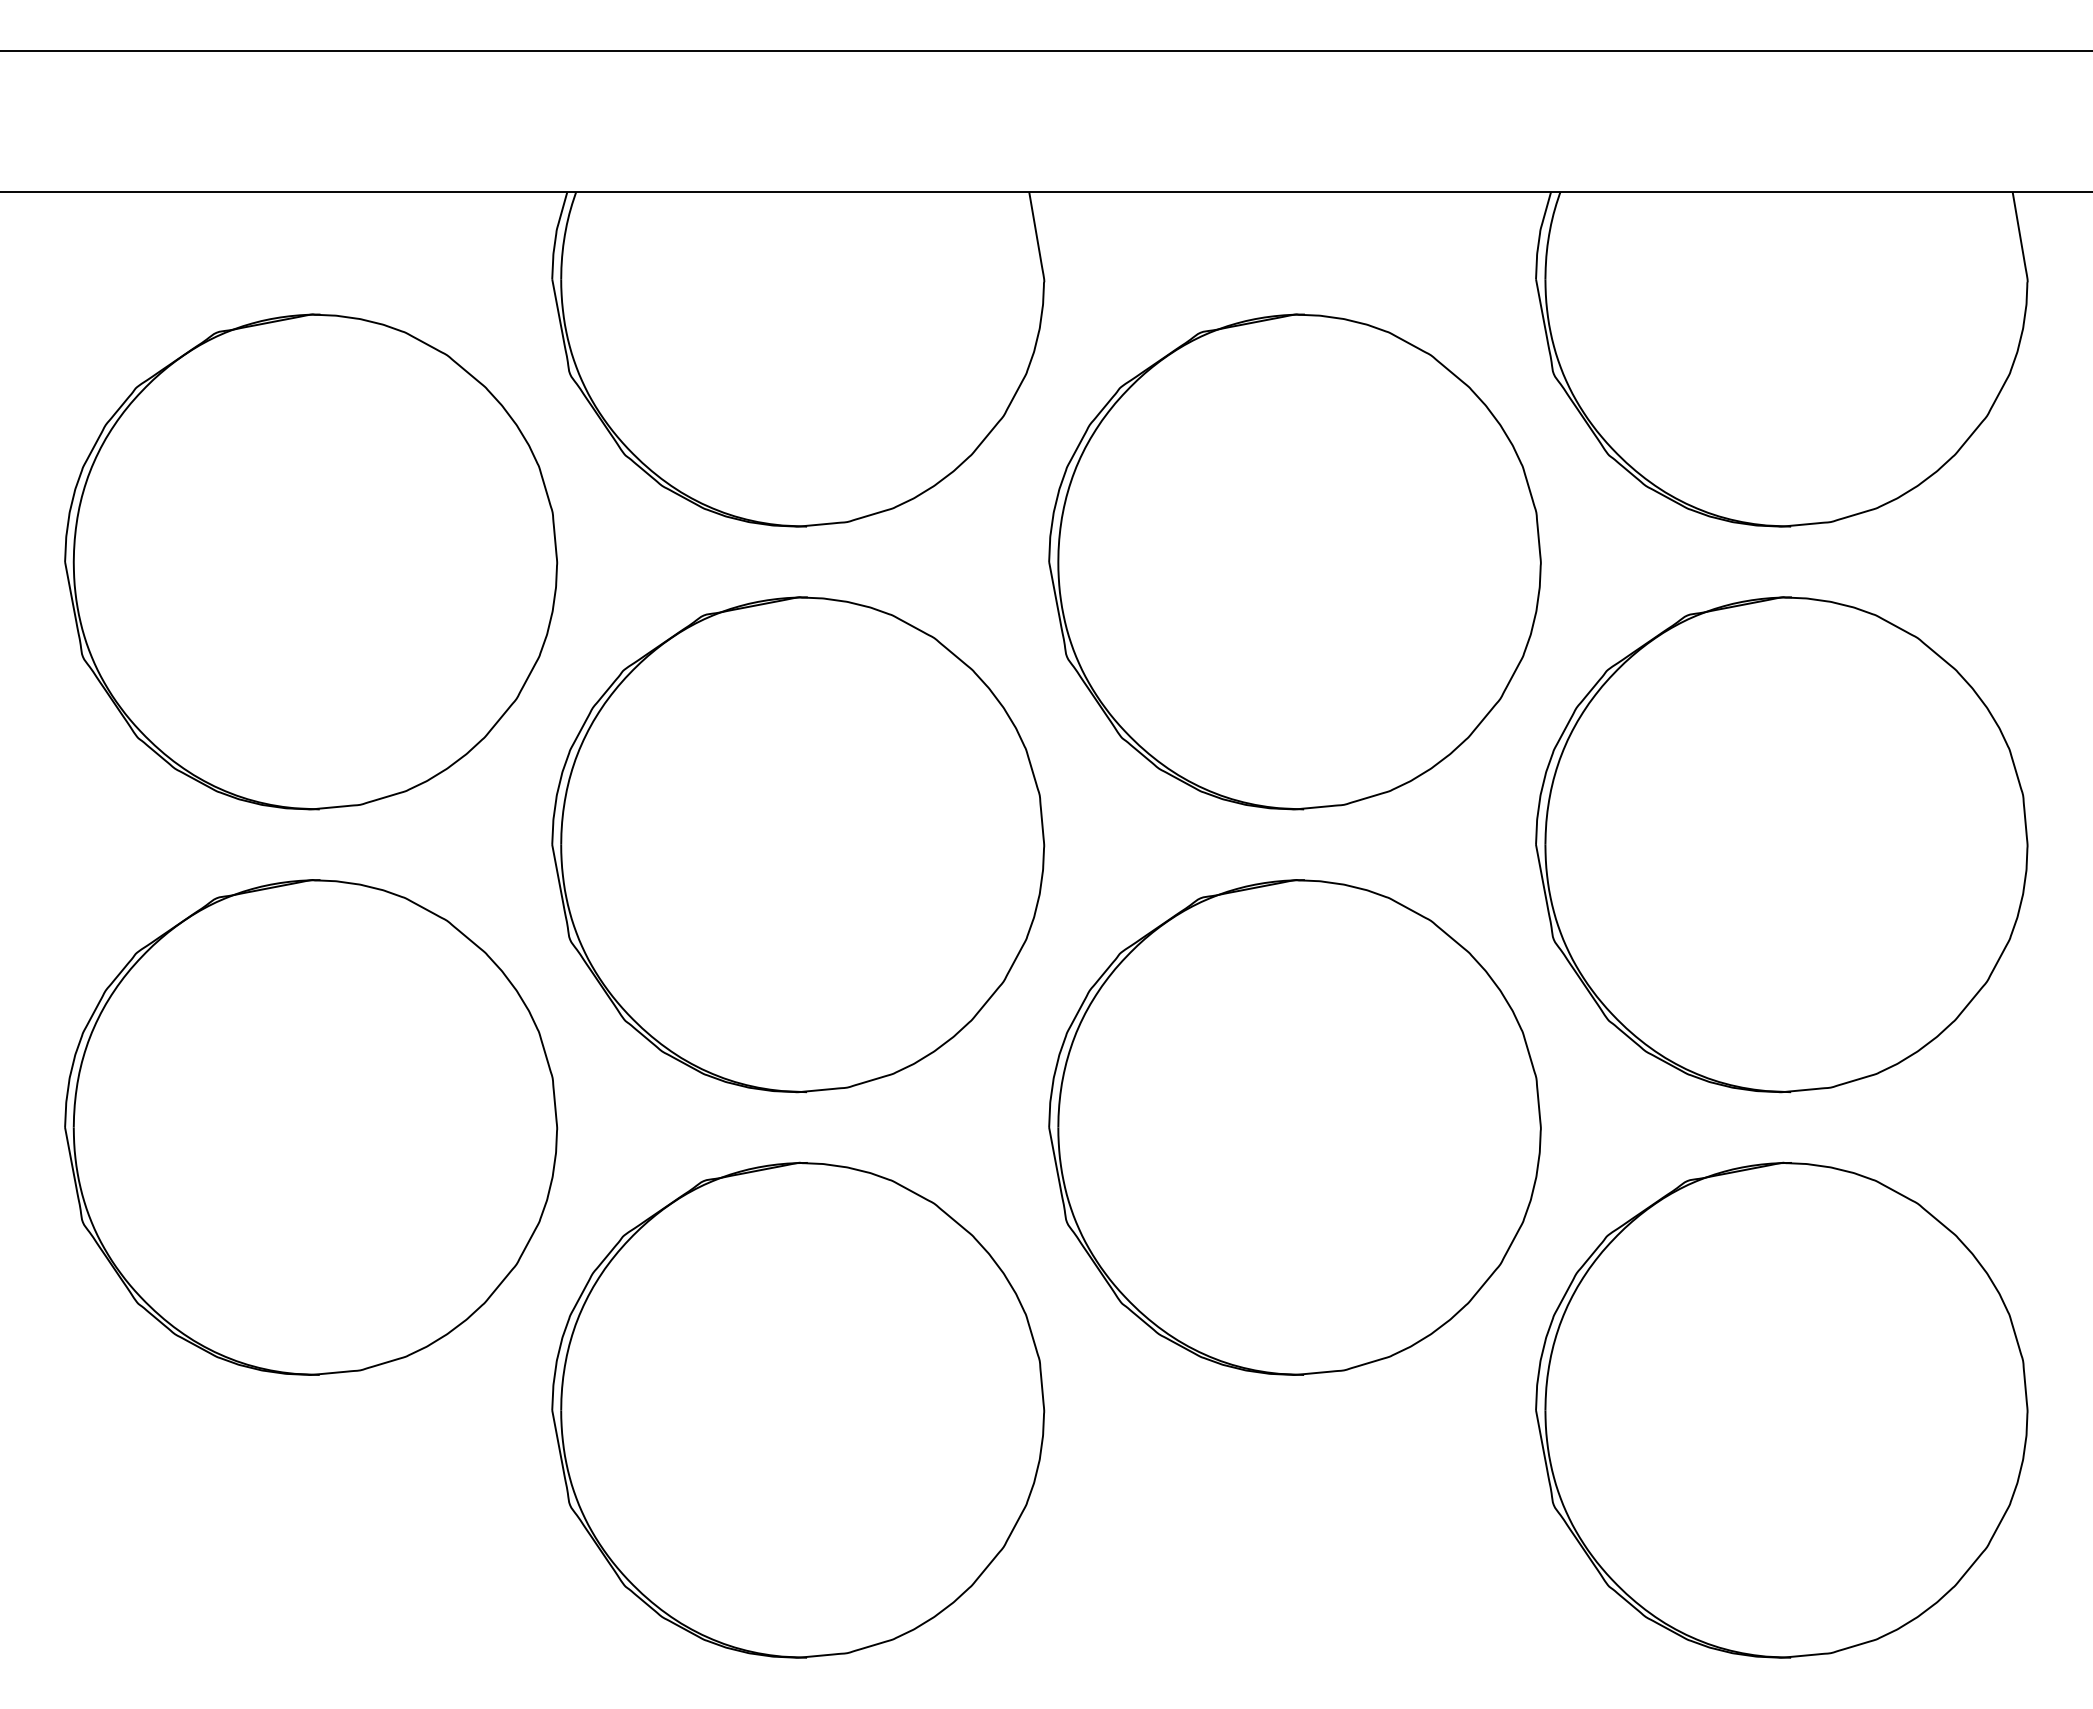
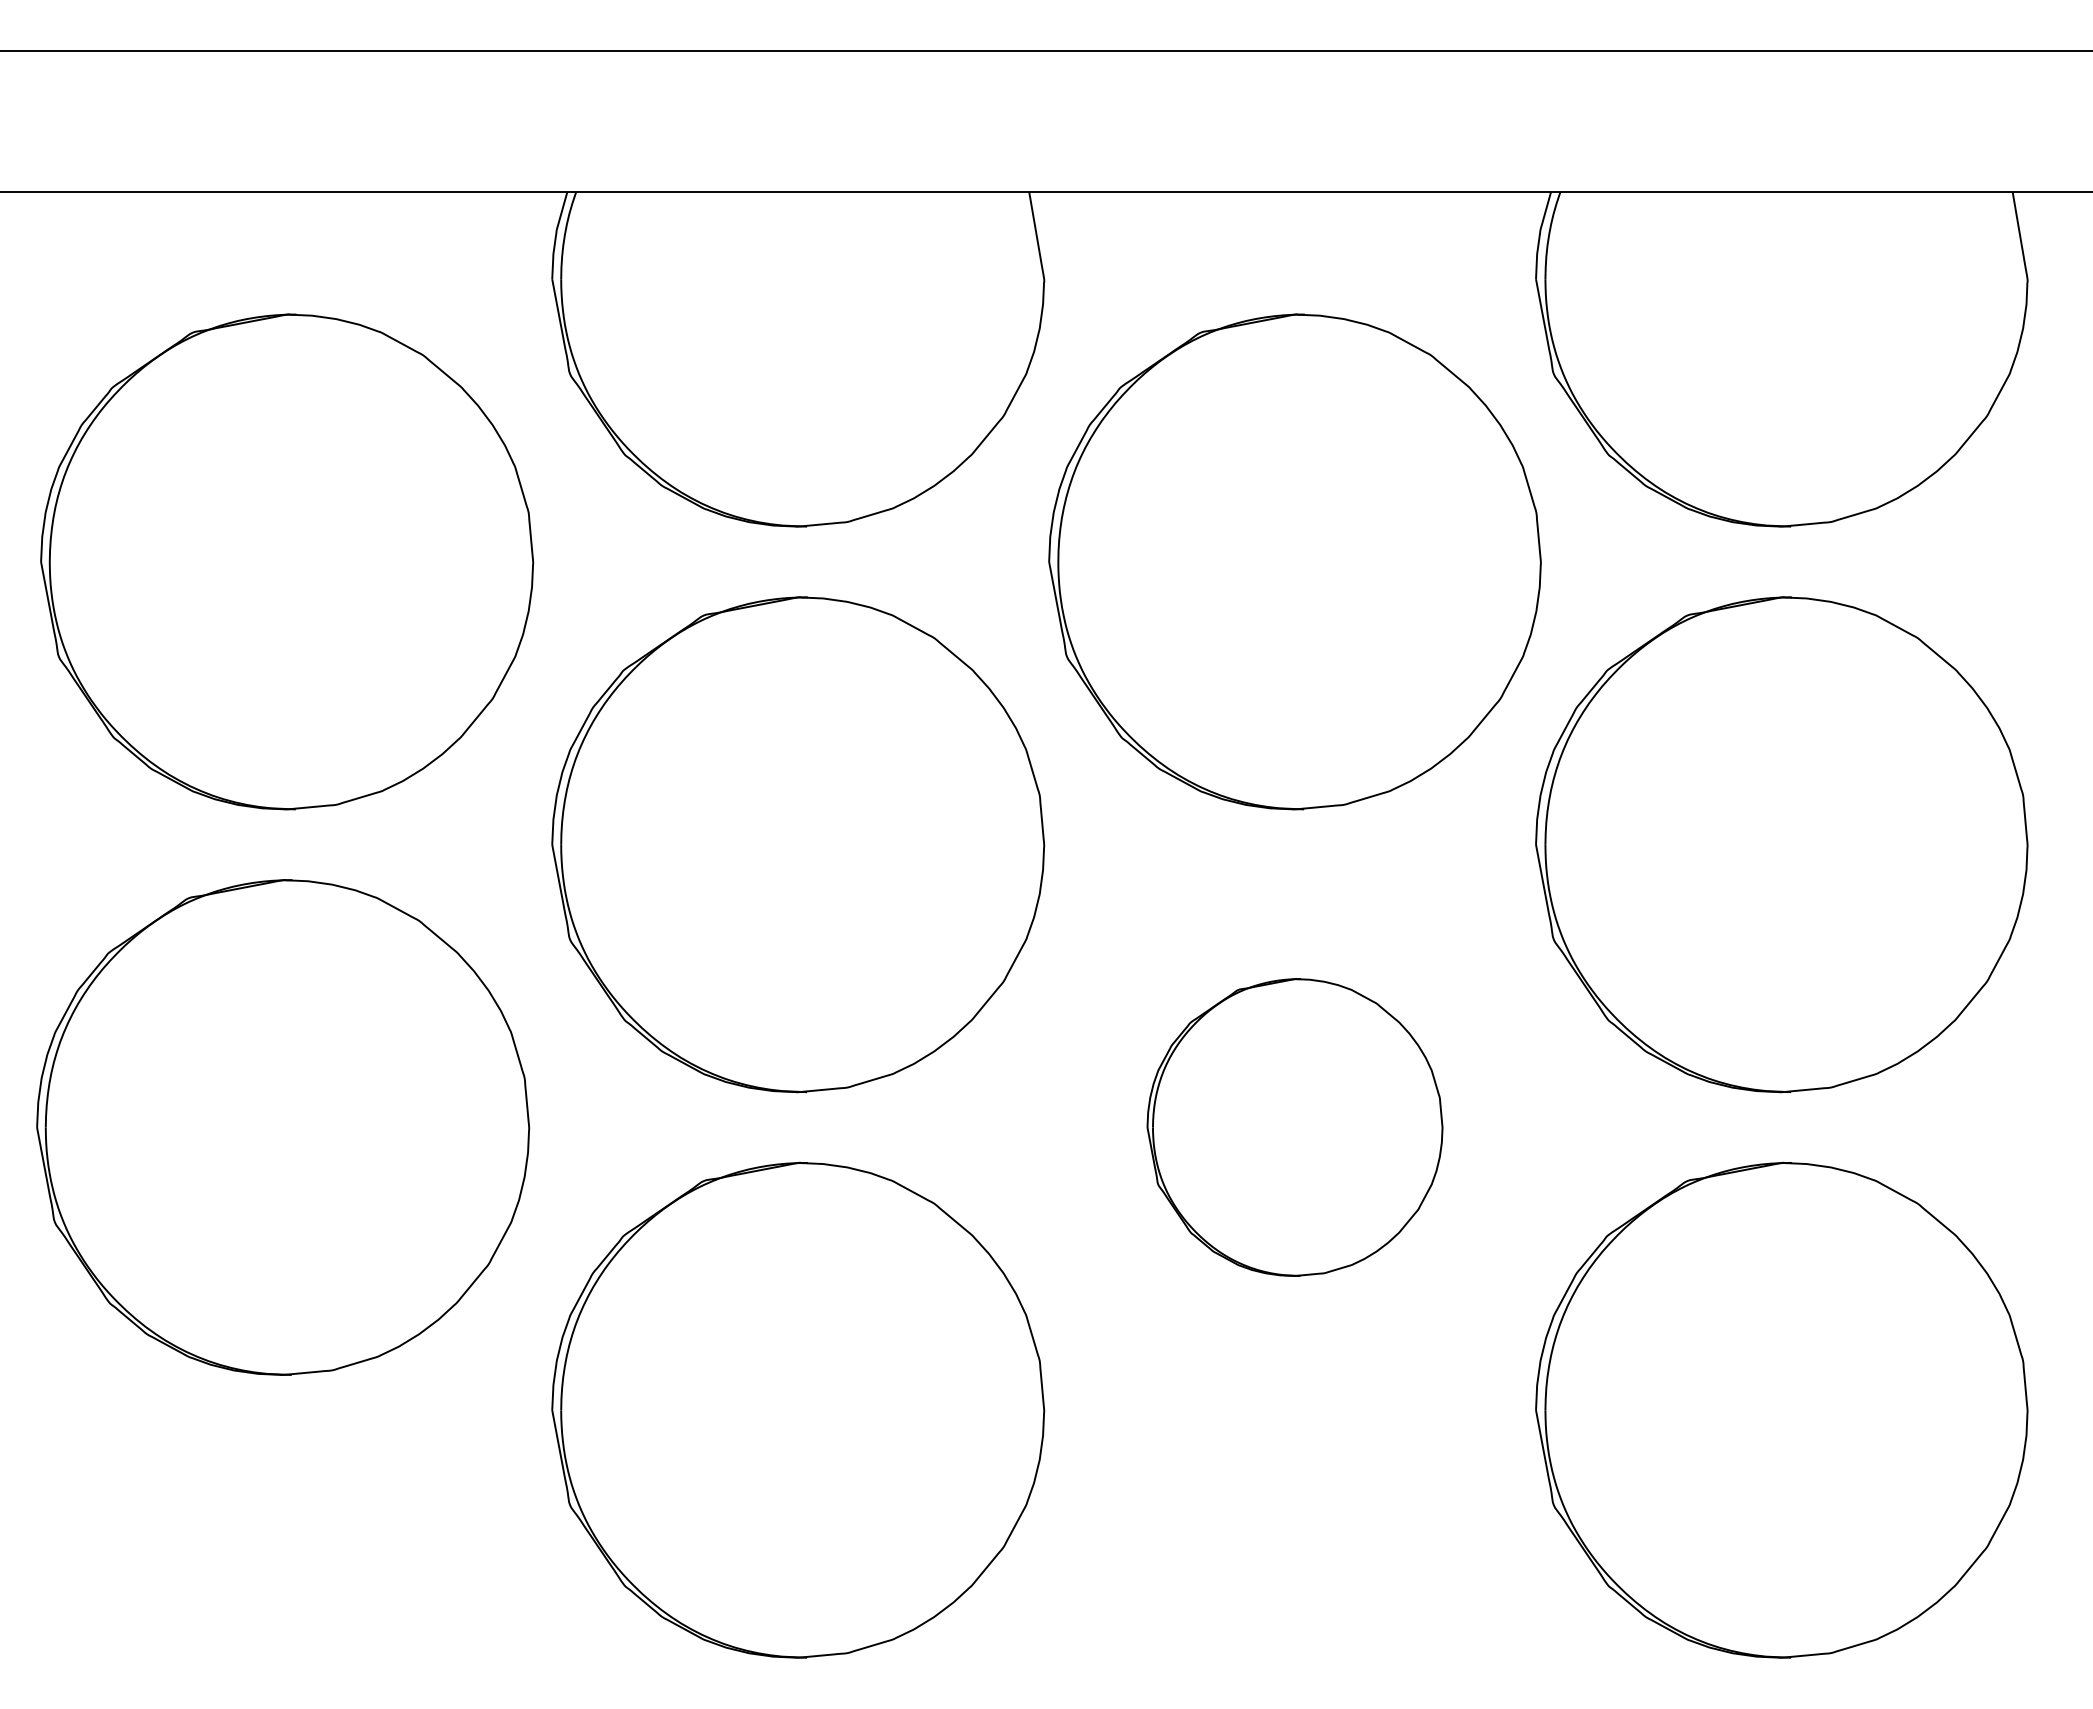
part at (311, 561) position: (311, 561) -> (287, 561)
part at (311, 1127) position: (311, 1127) -> (283, 1127)
part at (1294, 1127) size: 494x497 px -> 298x299 px
